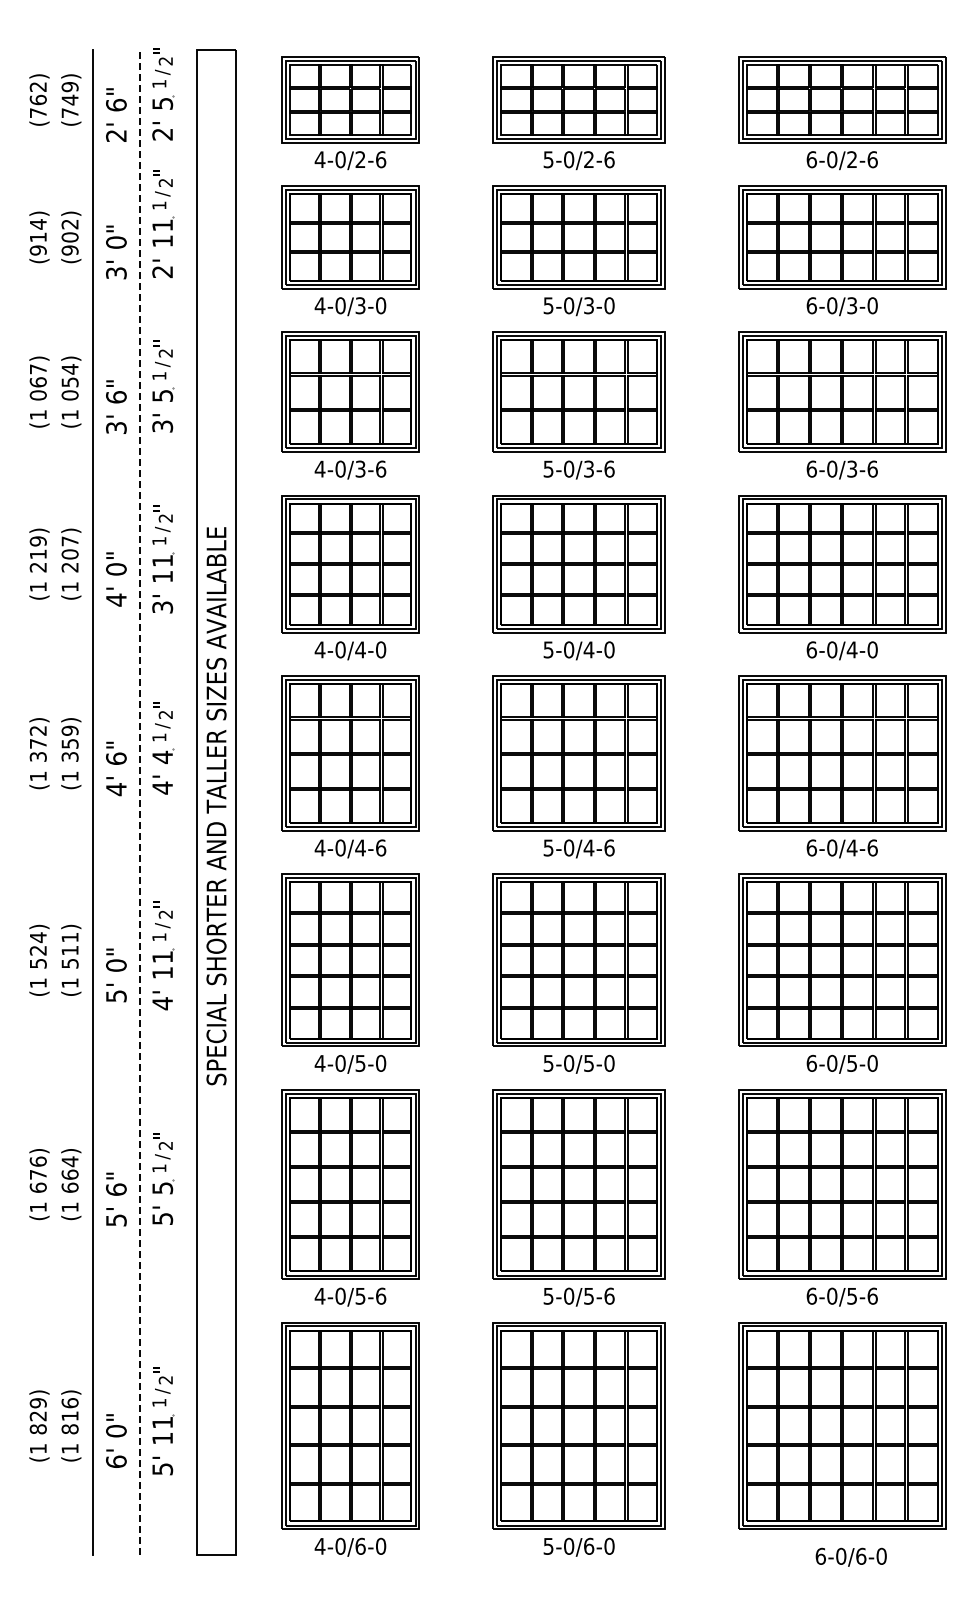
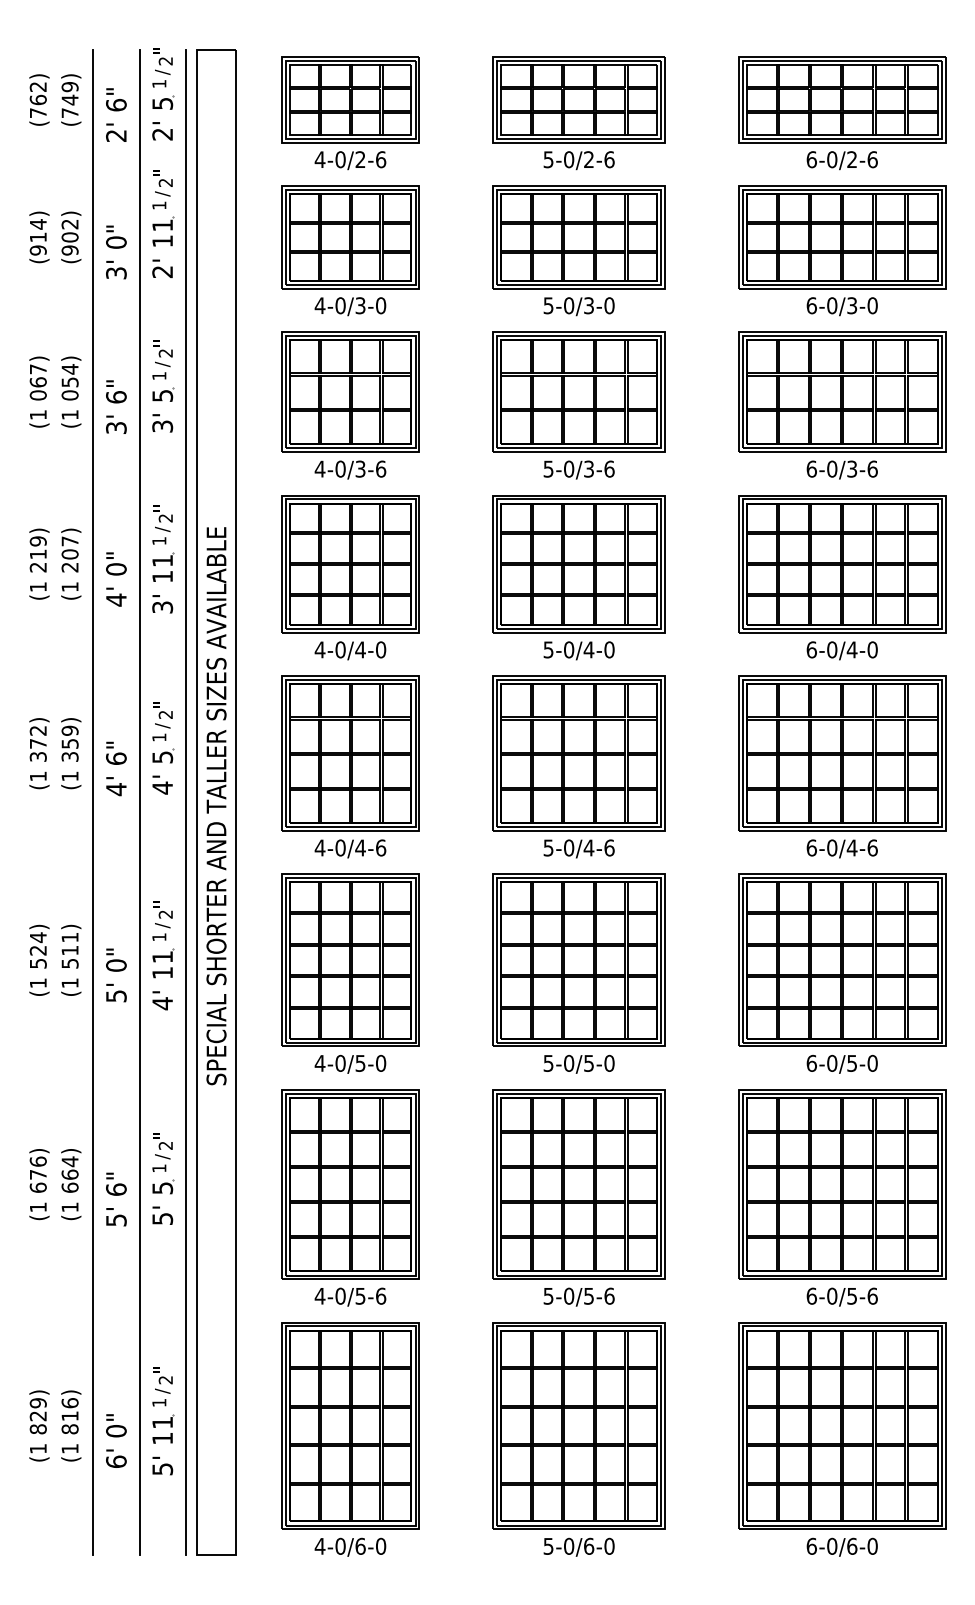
text at (162, 757): 4 -> 5
line at (139, 802): dashed -> solid
line at (185, 802): none -> present
text at (850, 1556) position: (850, 1556) -> (841, 1546)
